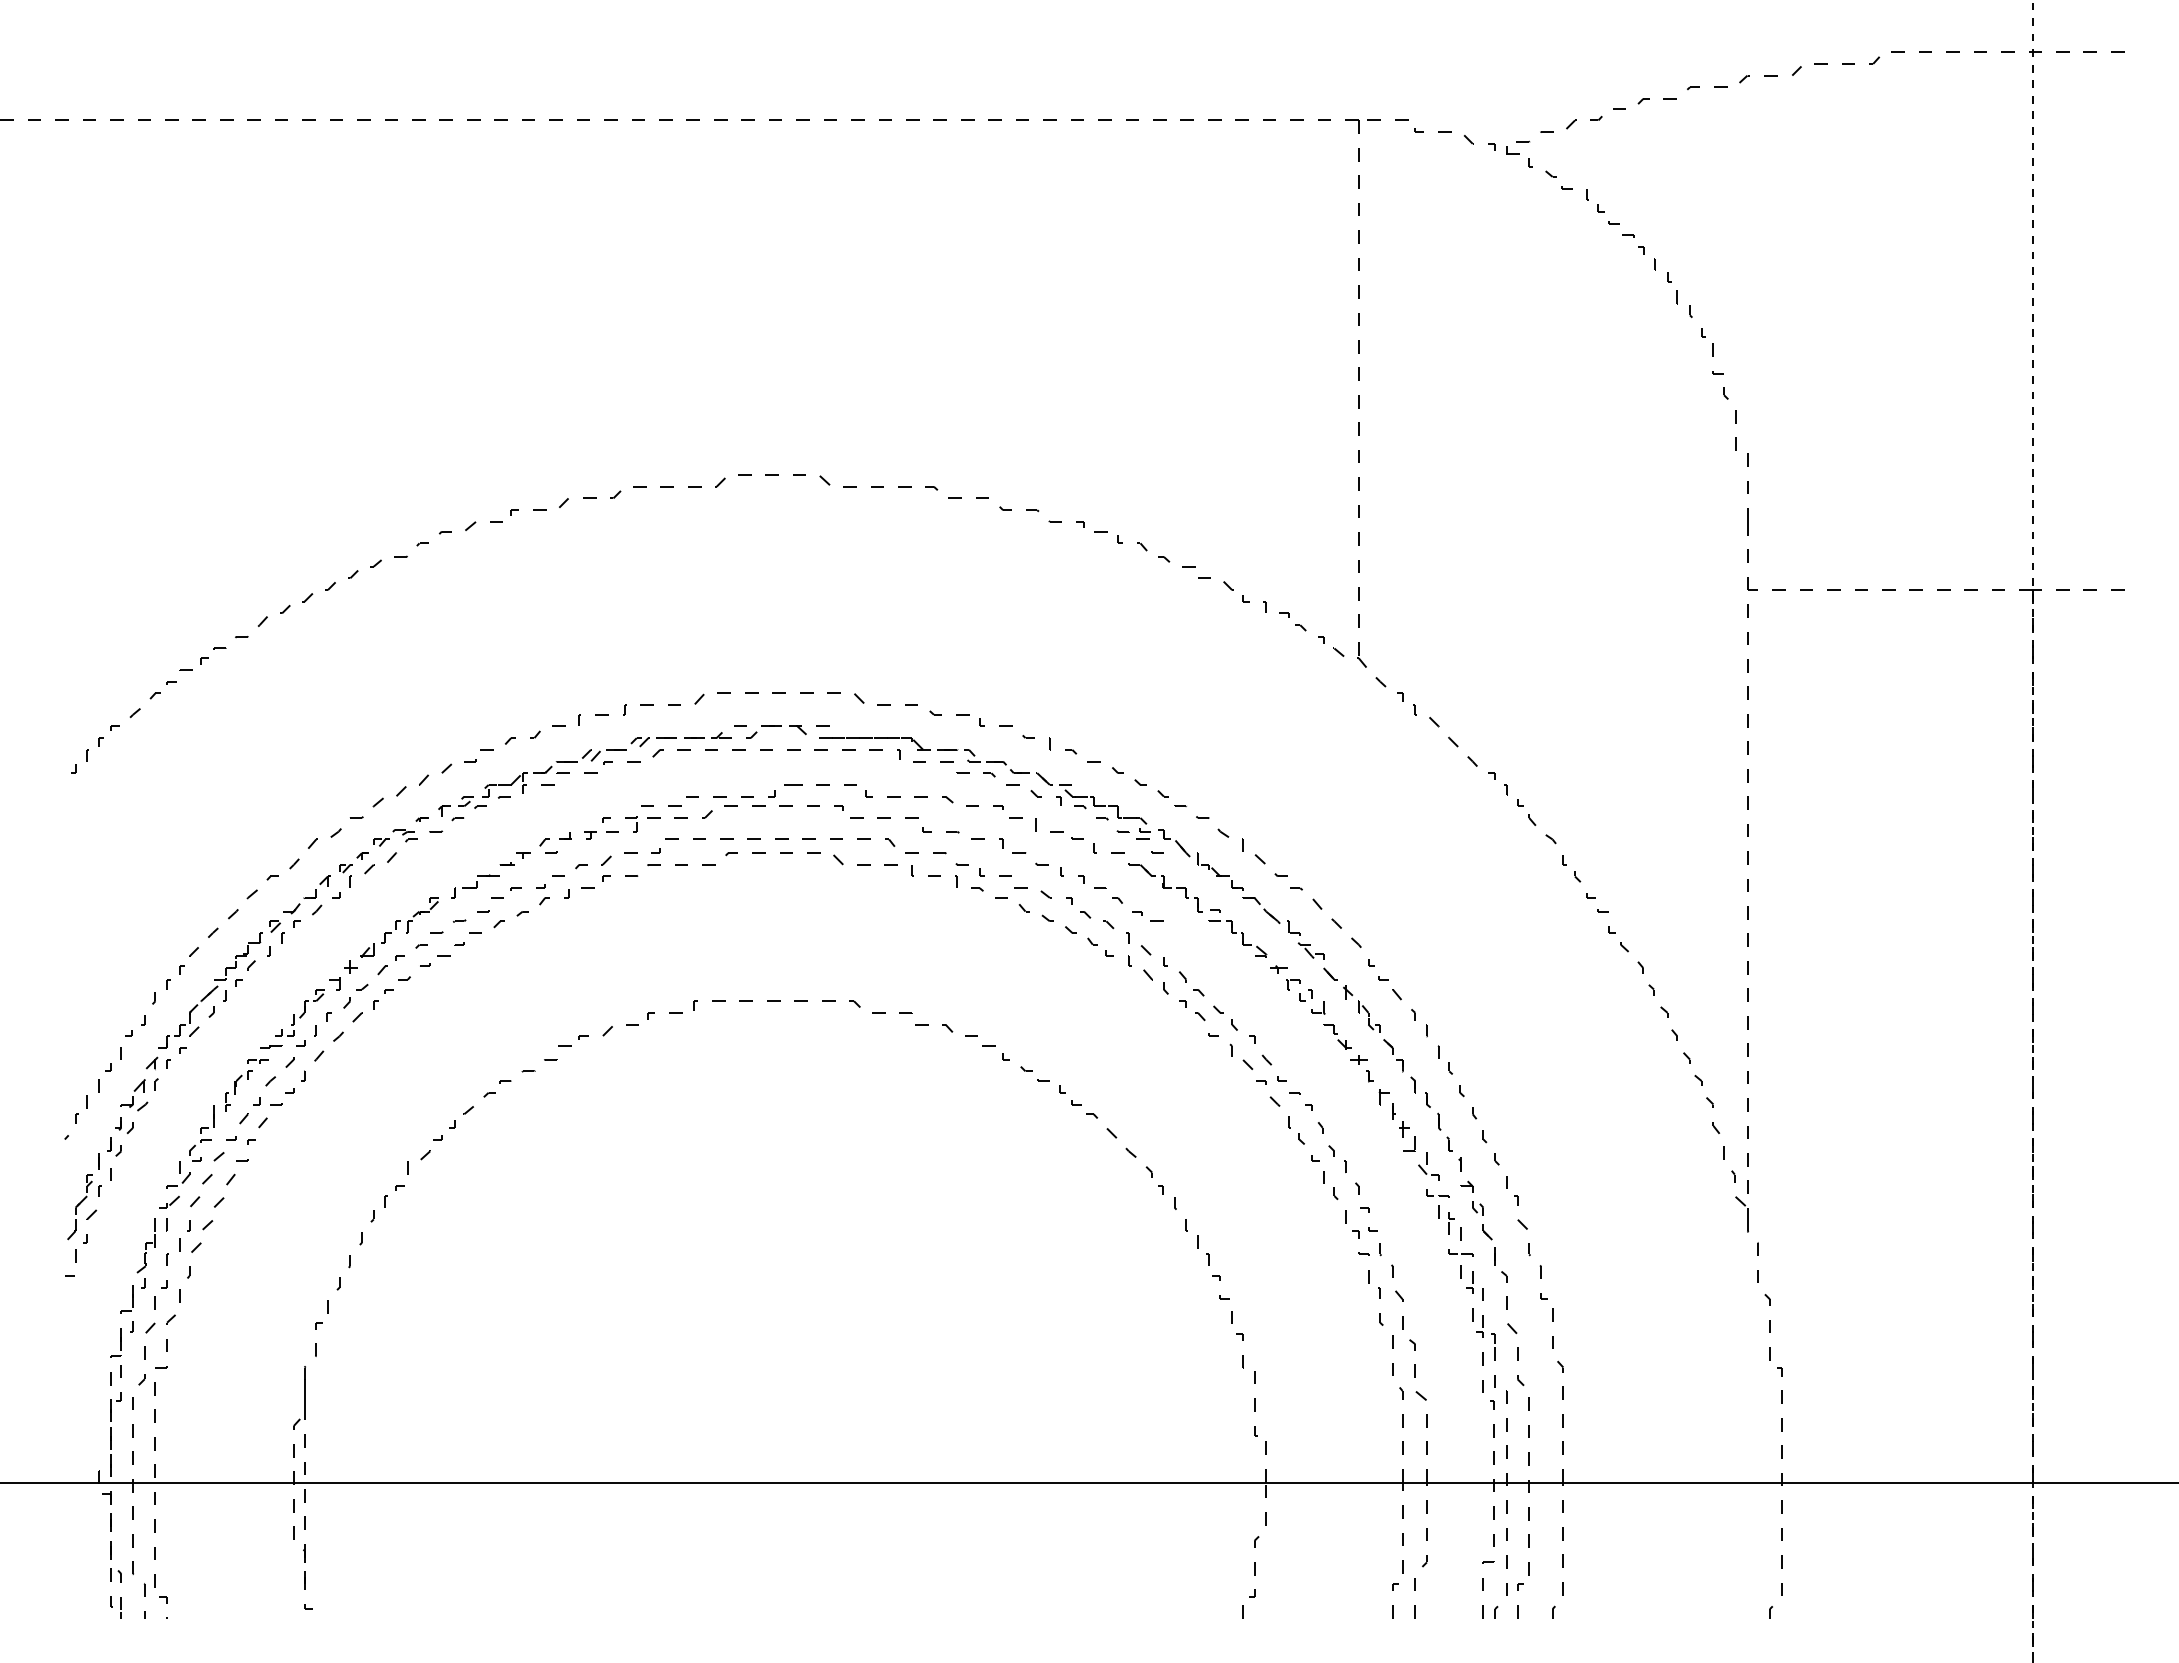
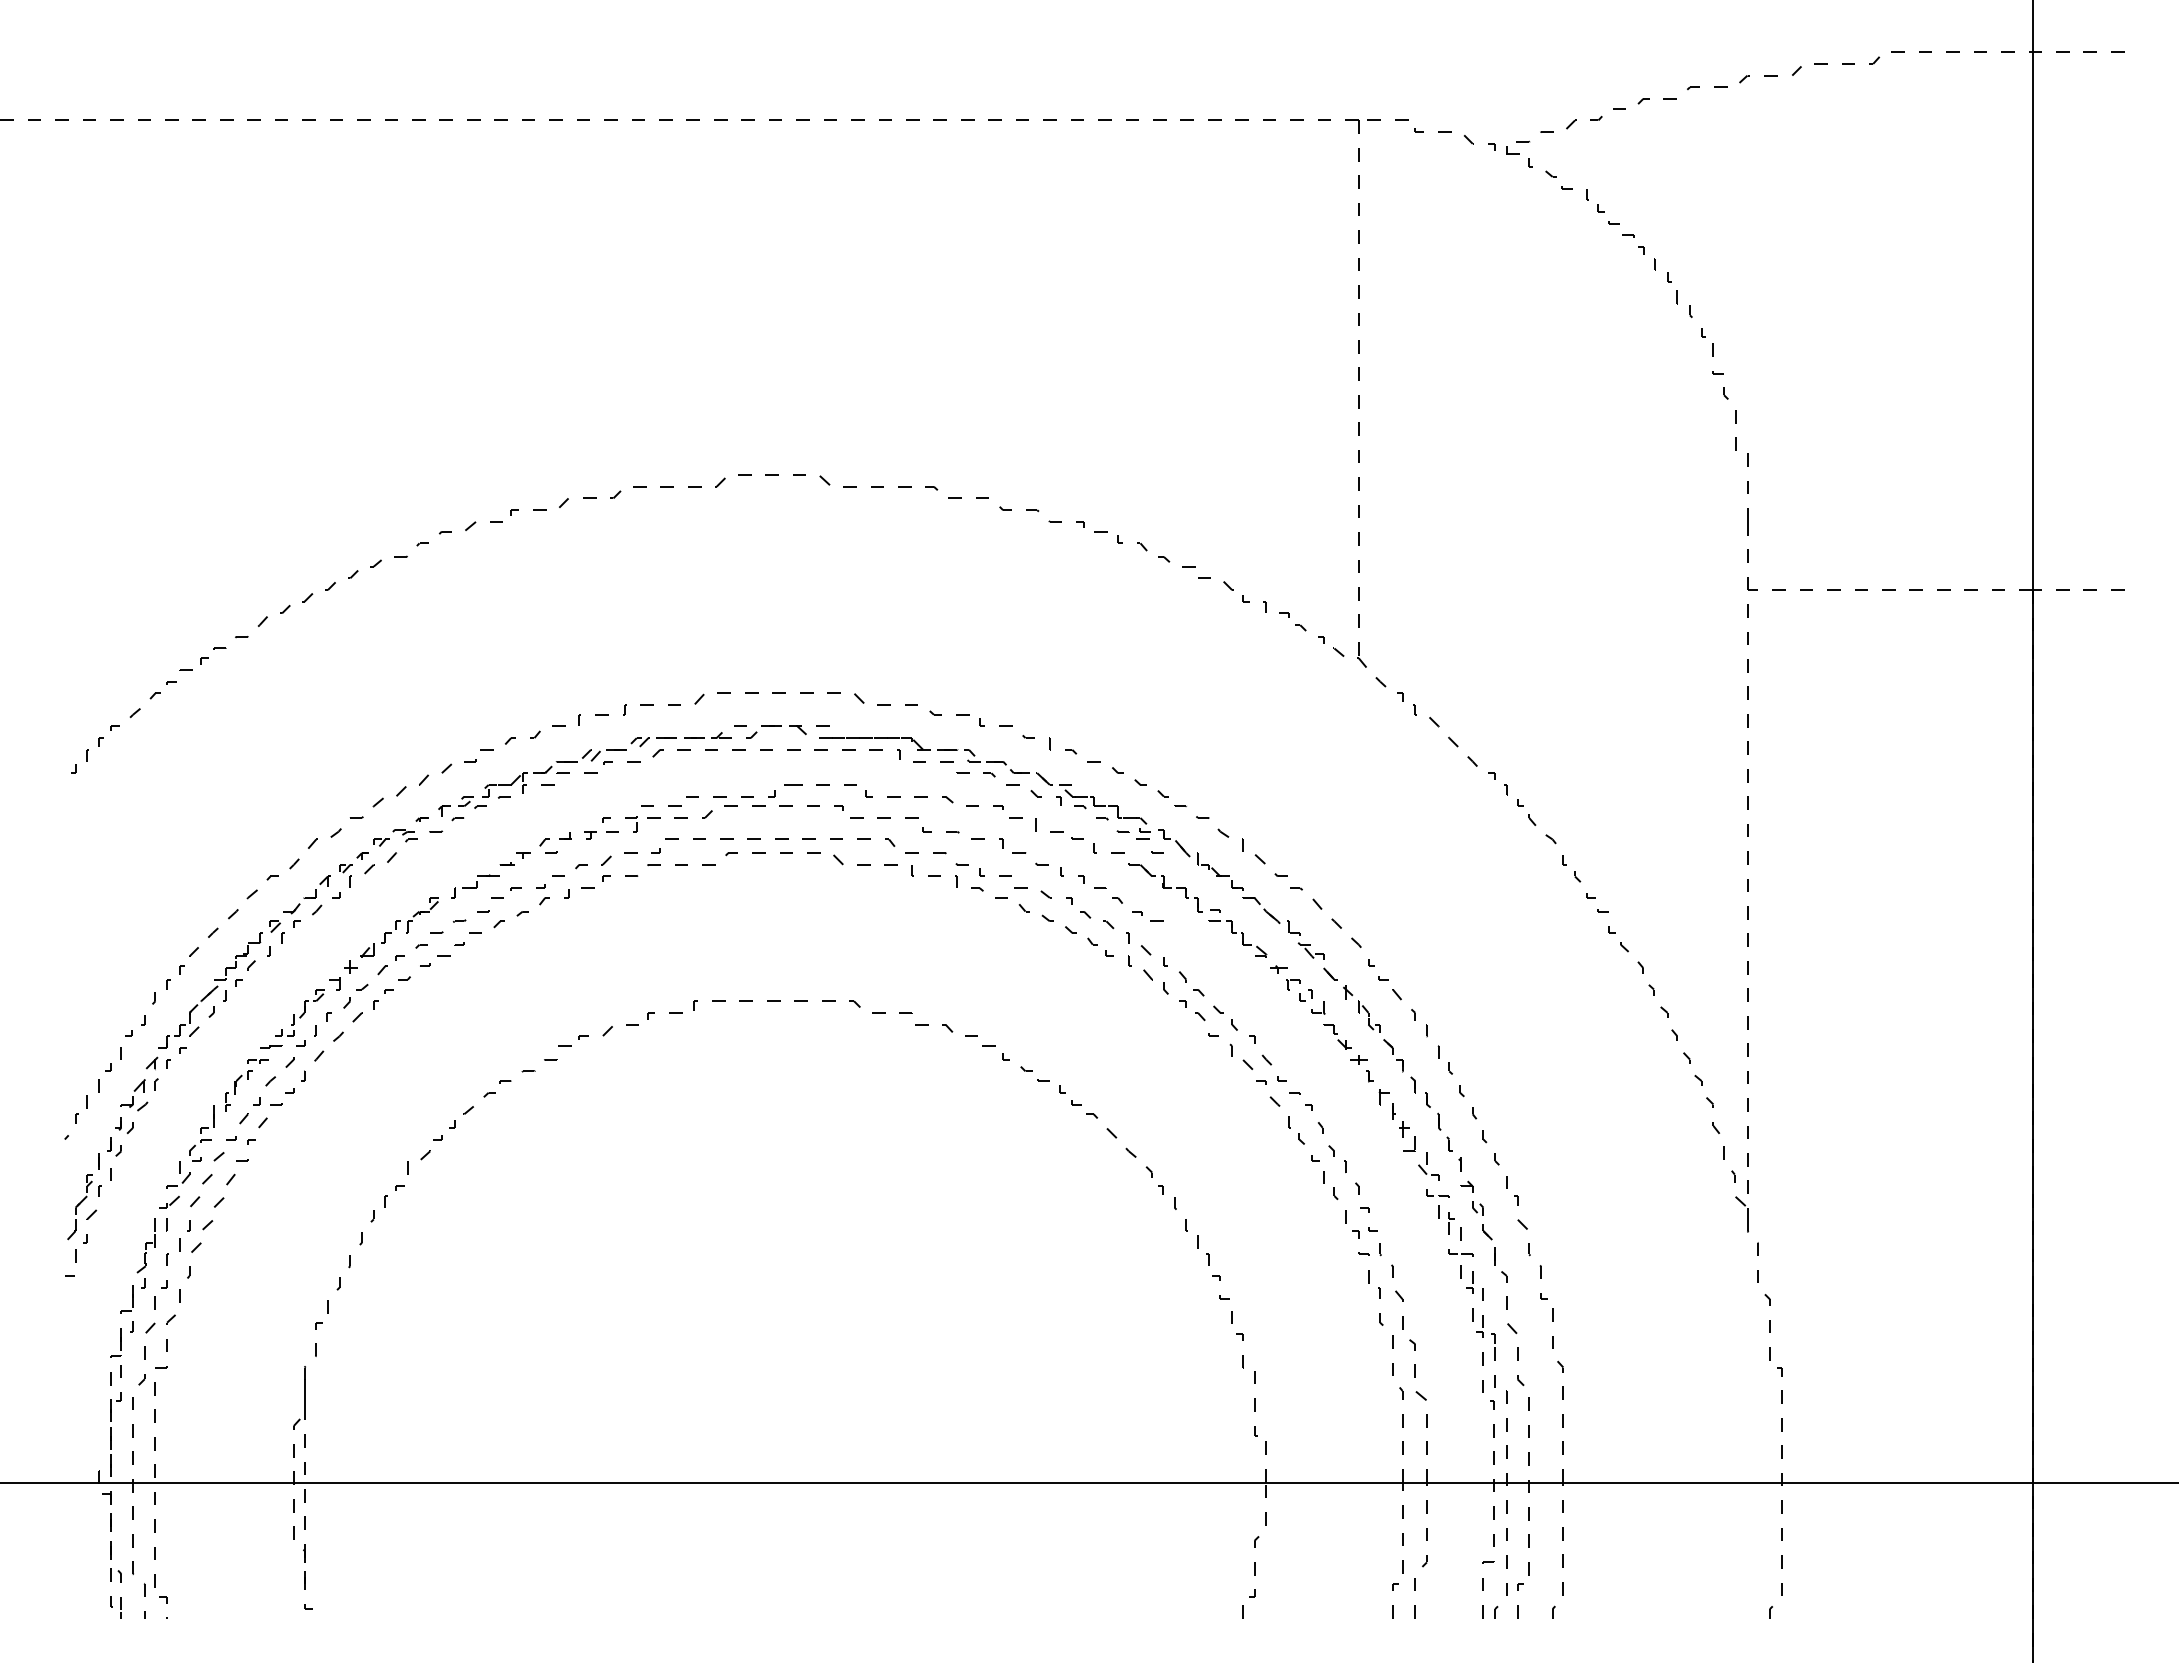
line at (2032, 831): dashed -> solid
